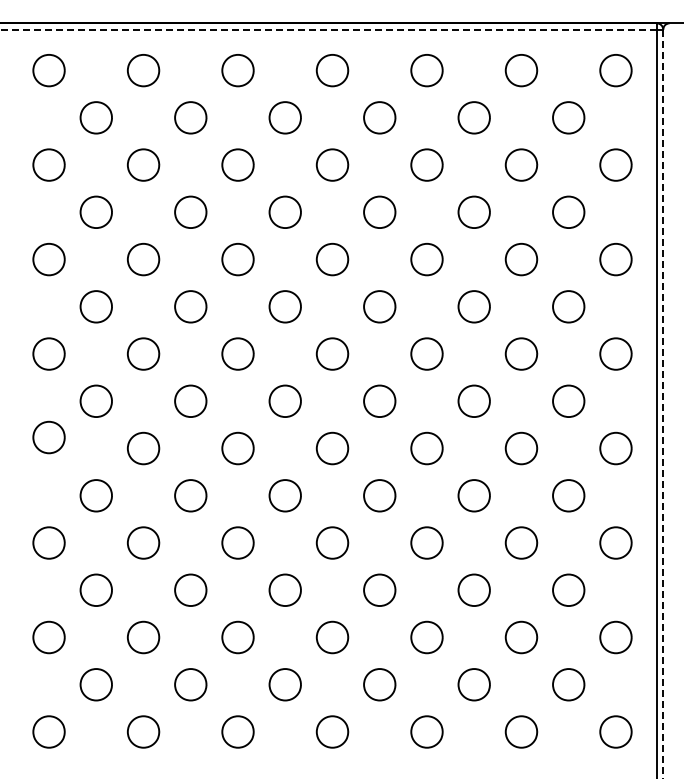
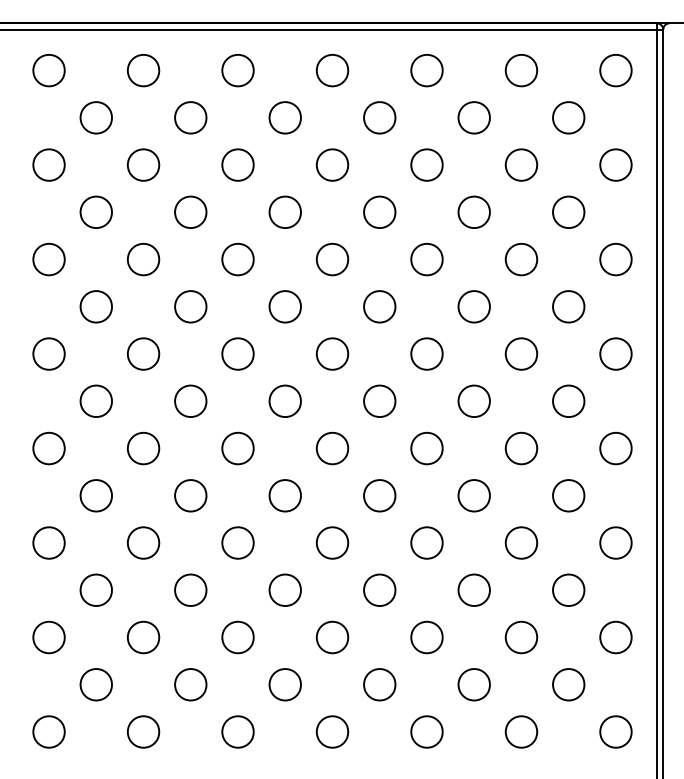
line at (328, 29): dashed -> solid
line at (663, 404): dashed -> solid
part at (48, 437) position: (48, 437) -> (48, 448)
